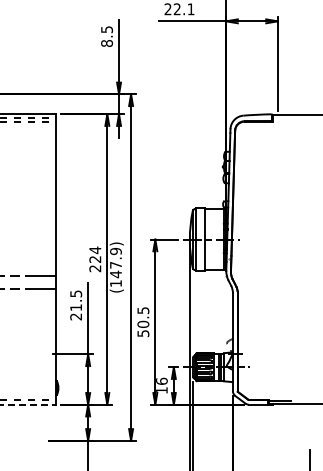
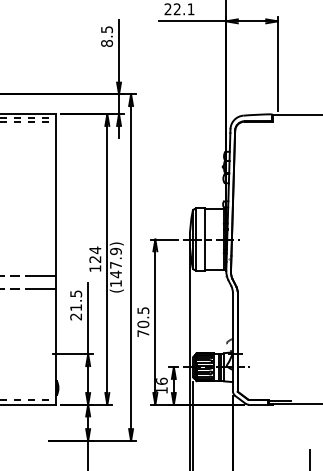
text at (95, 268): 224 -> 124
text at (143, 333): 50.5 -> 70.5
line at (28, 404): dashed -> solid
